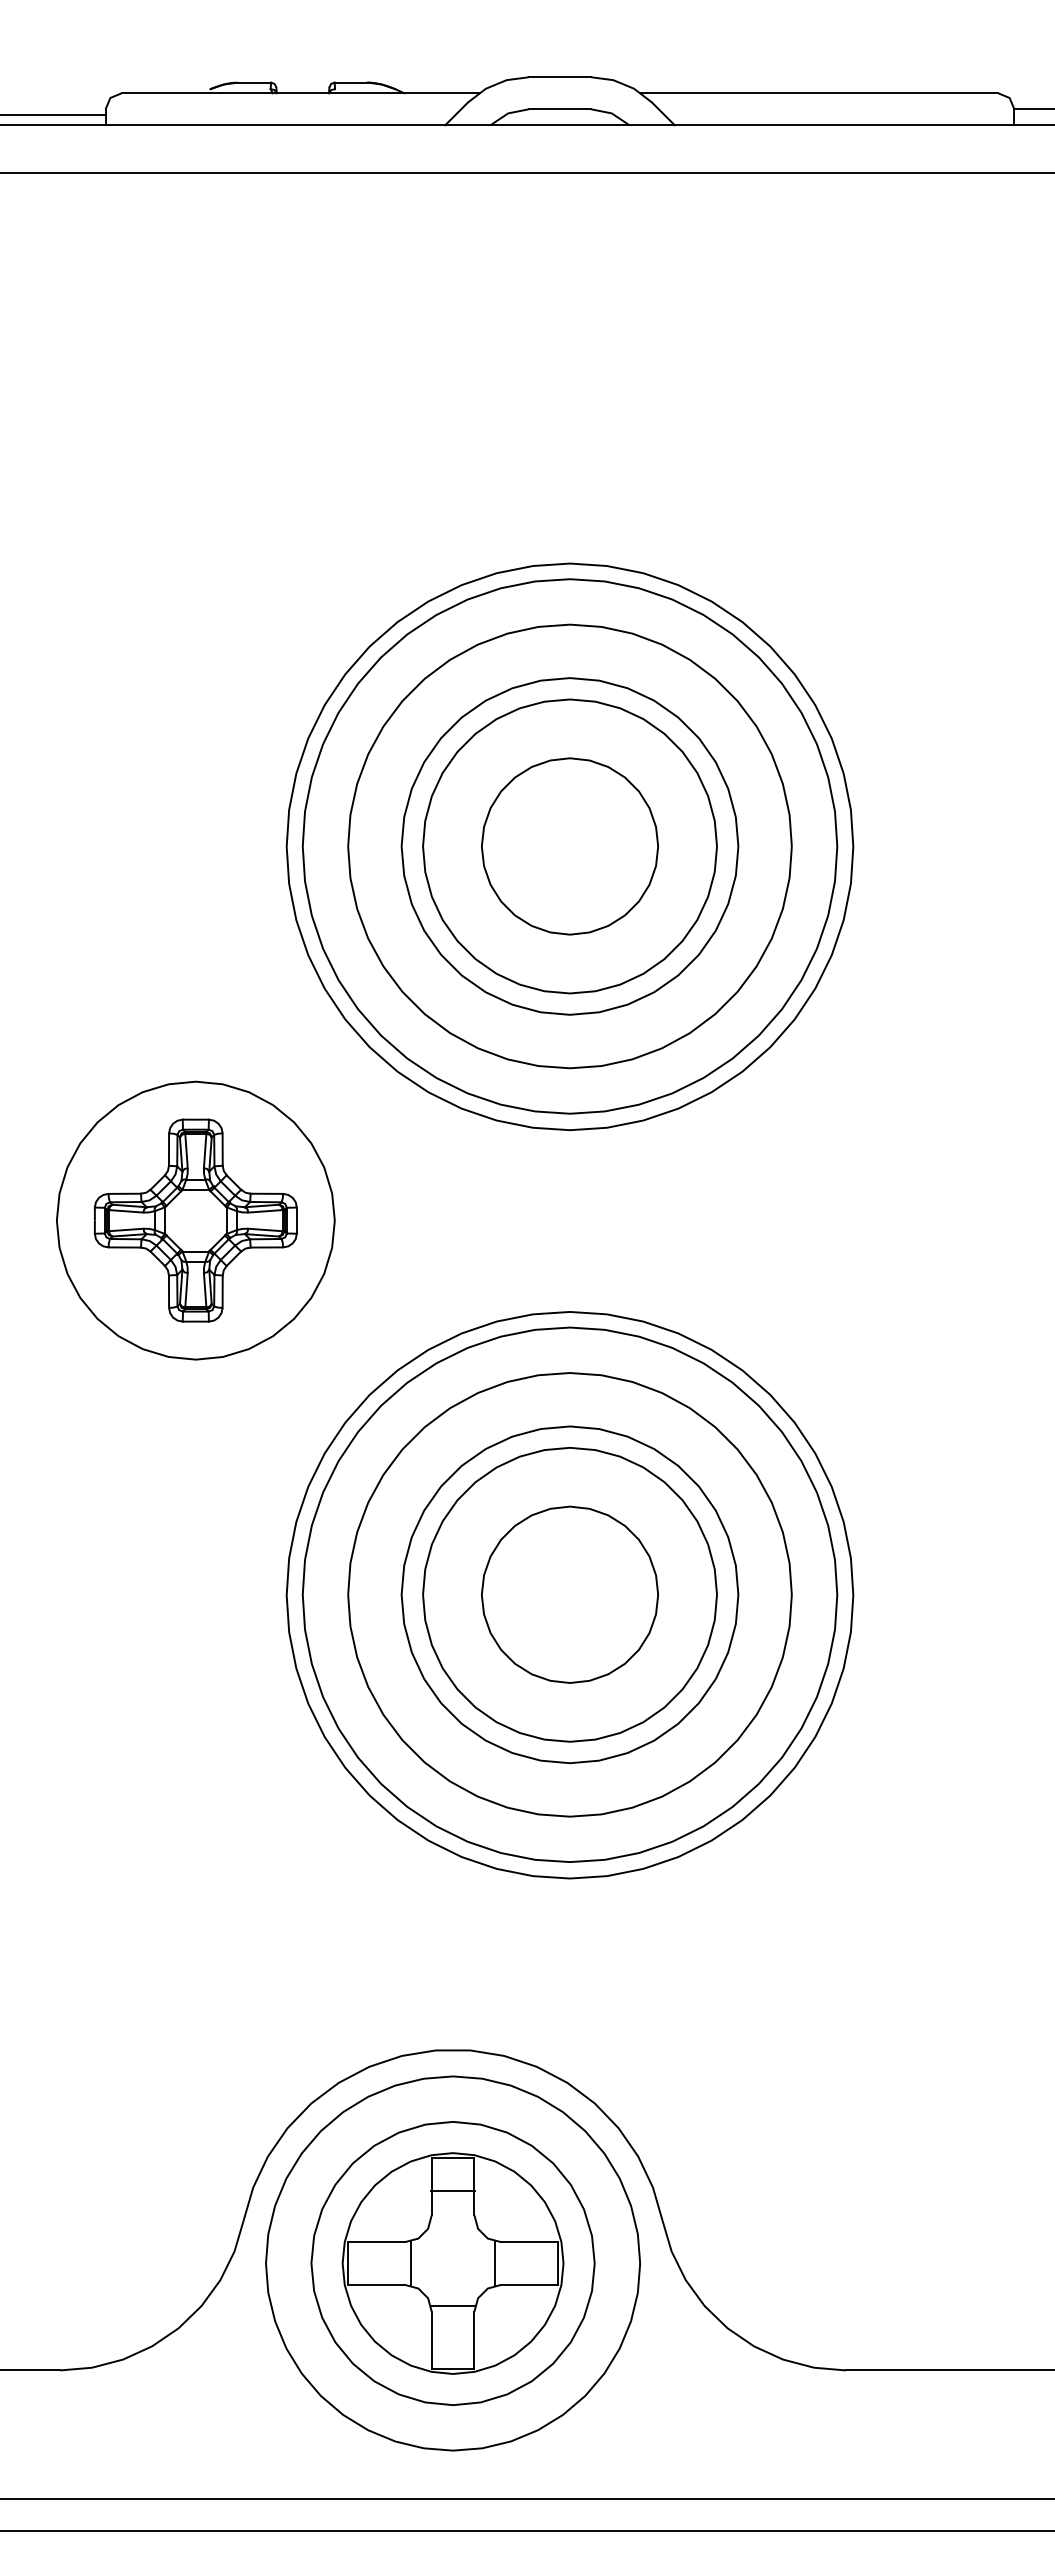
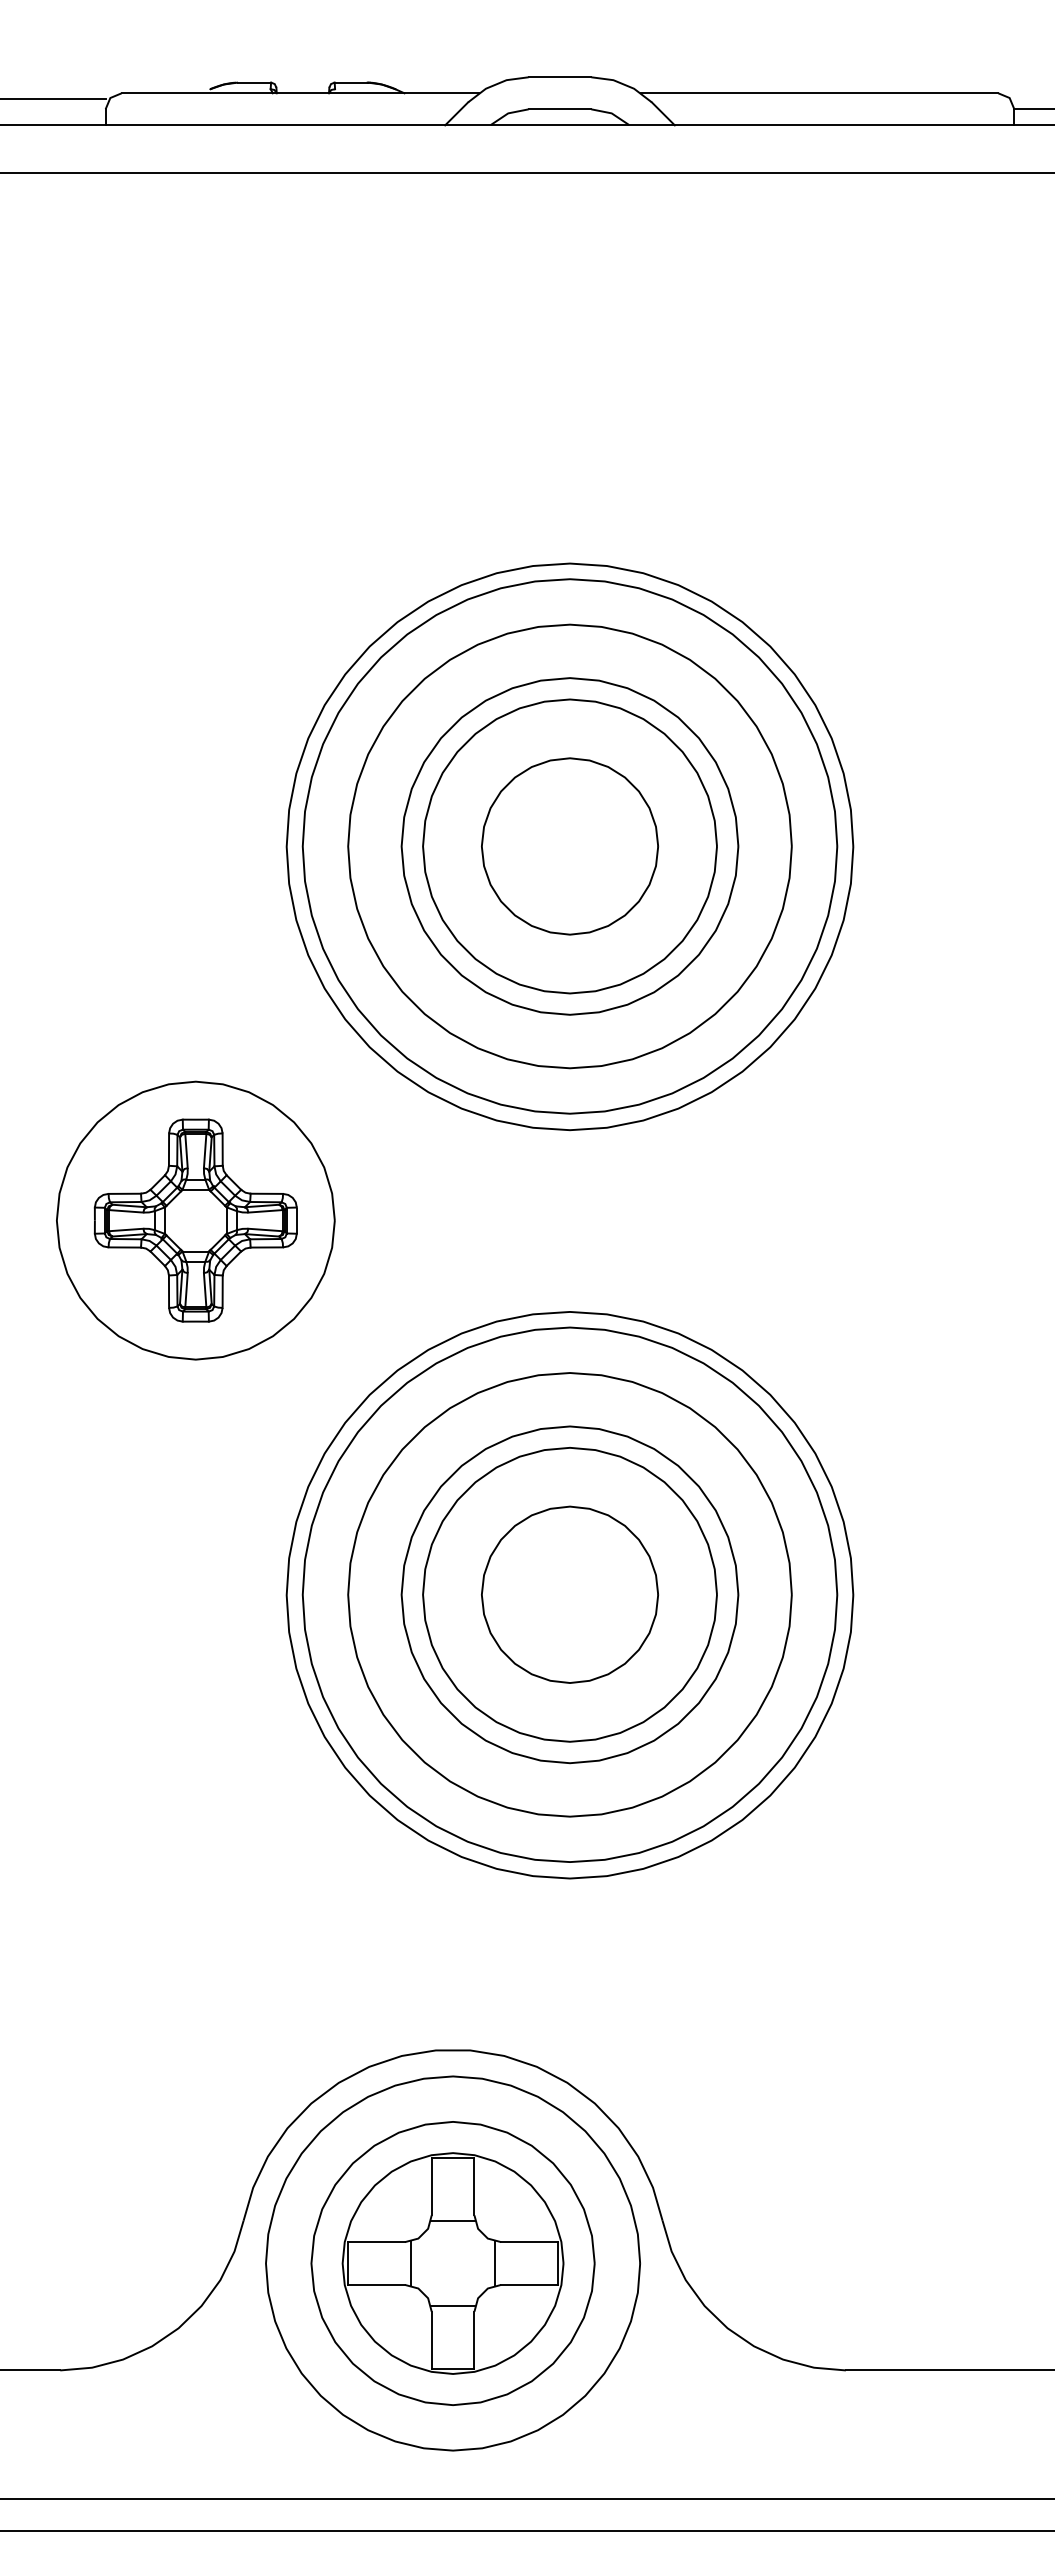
line at (53, 114) position: (53, 114) -> (53, 98)
line at (453, 2191) position: (453, 2191) -> (453, 2221)
